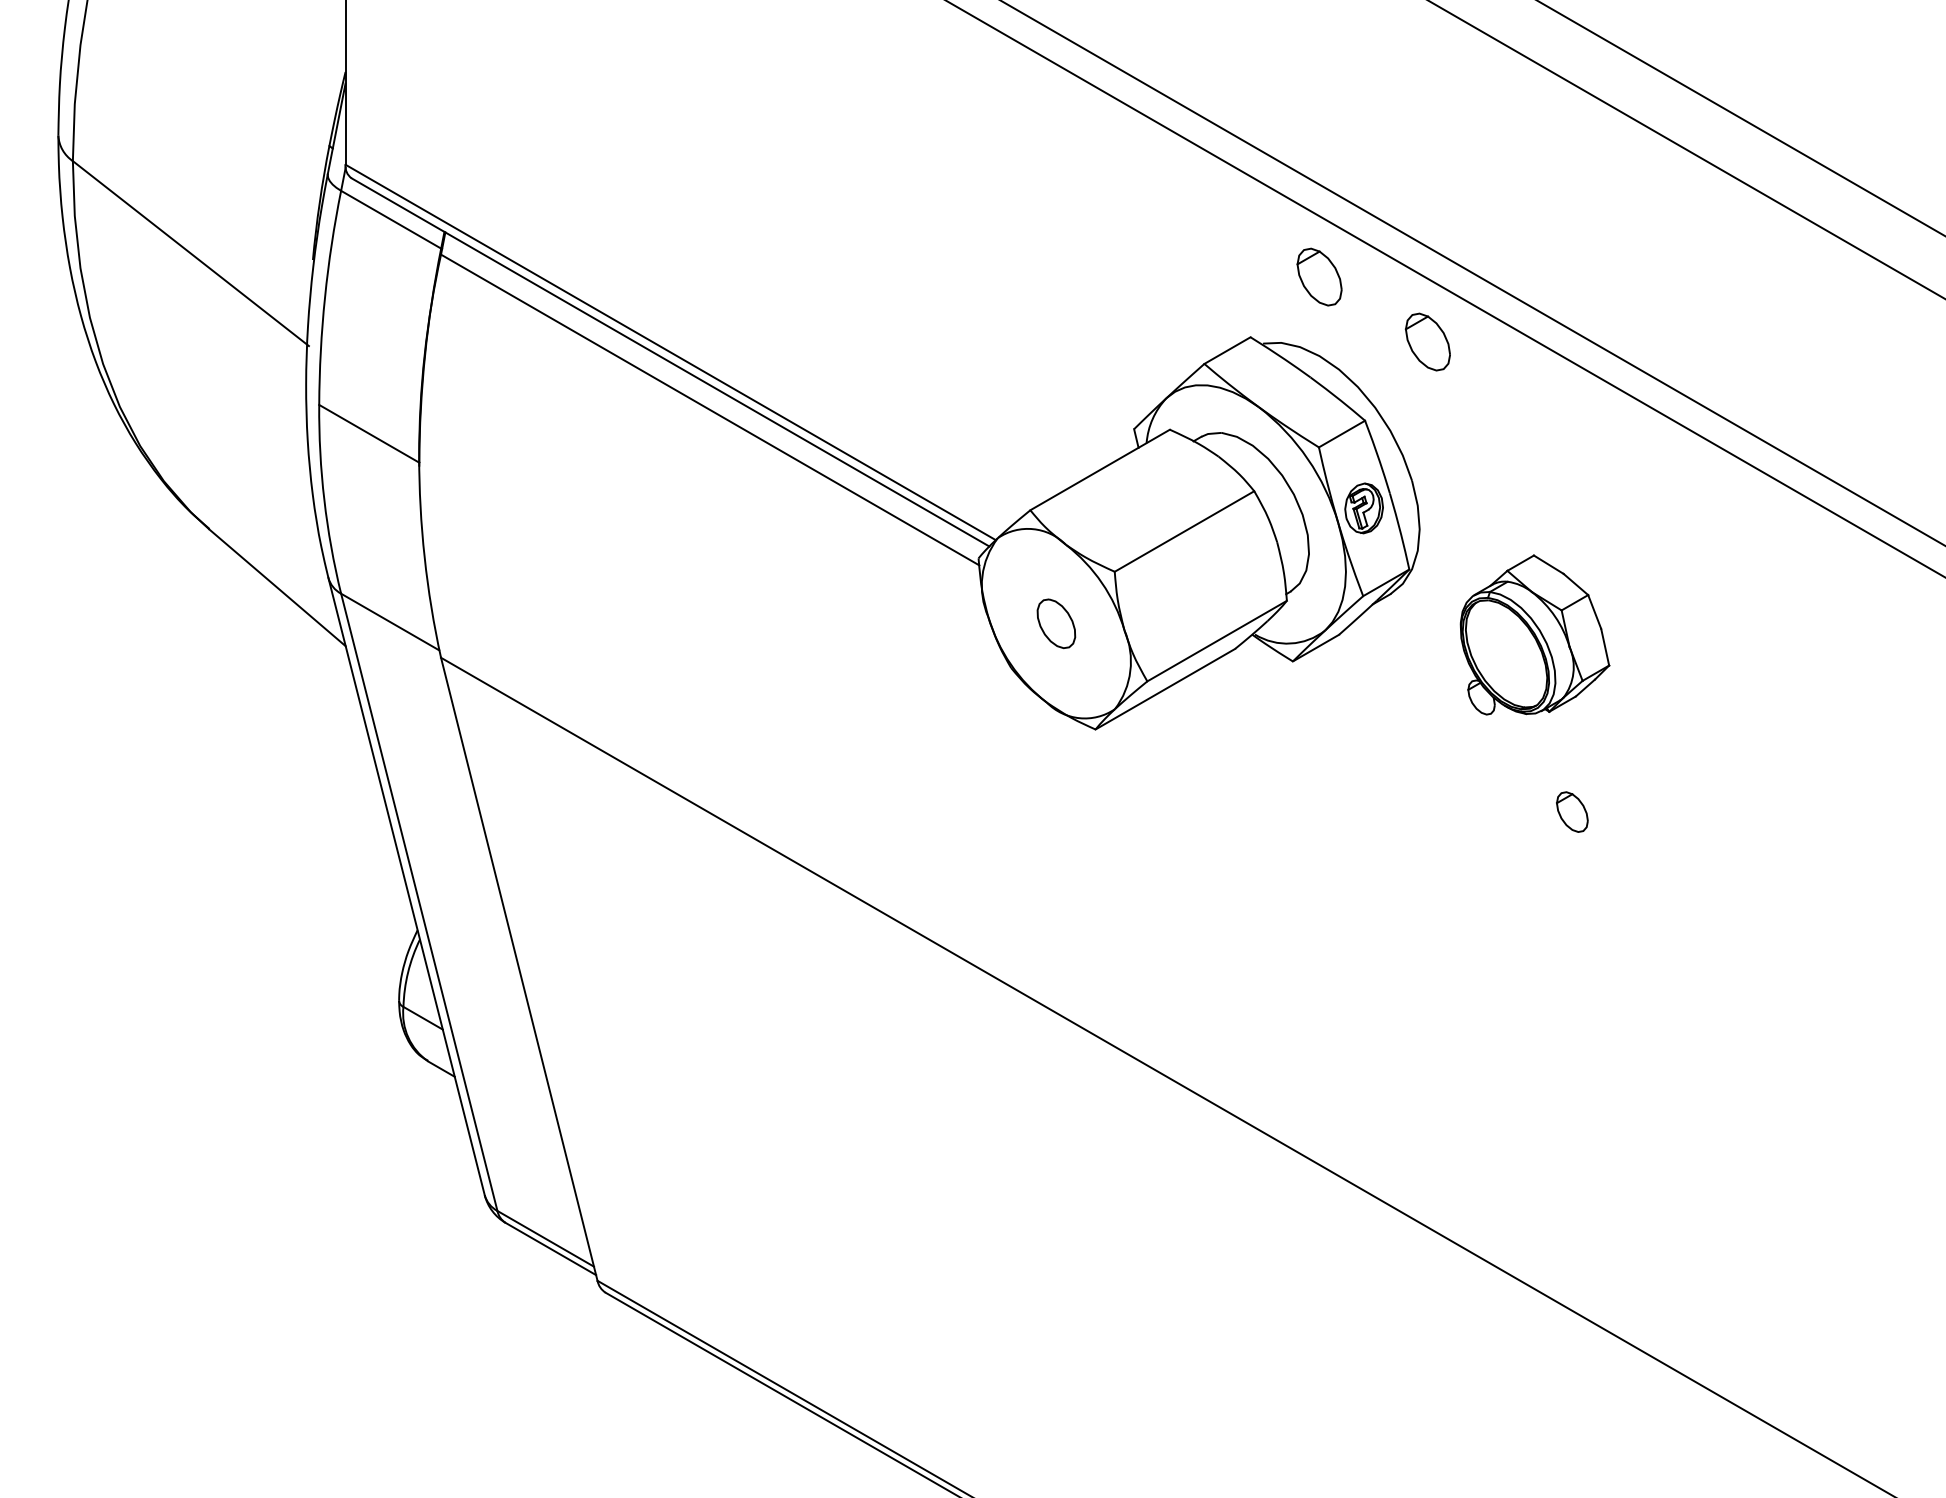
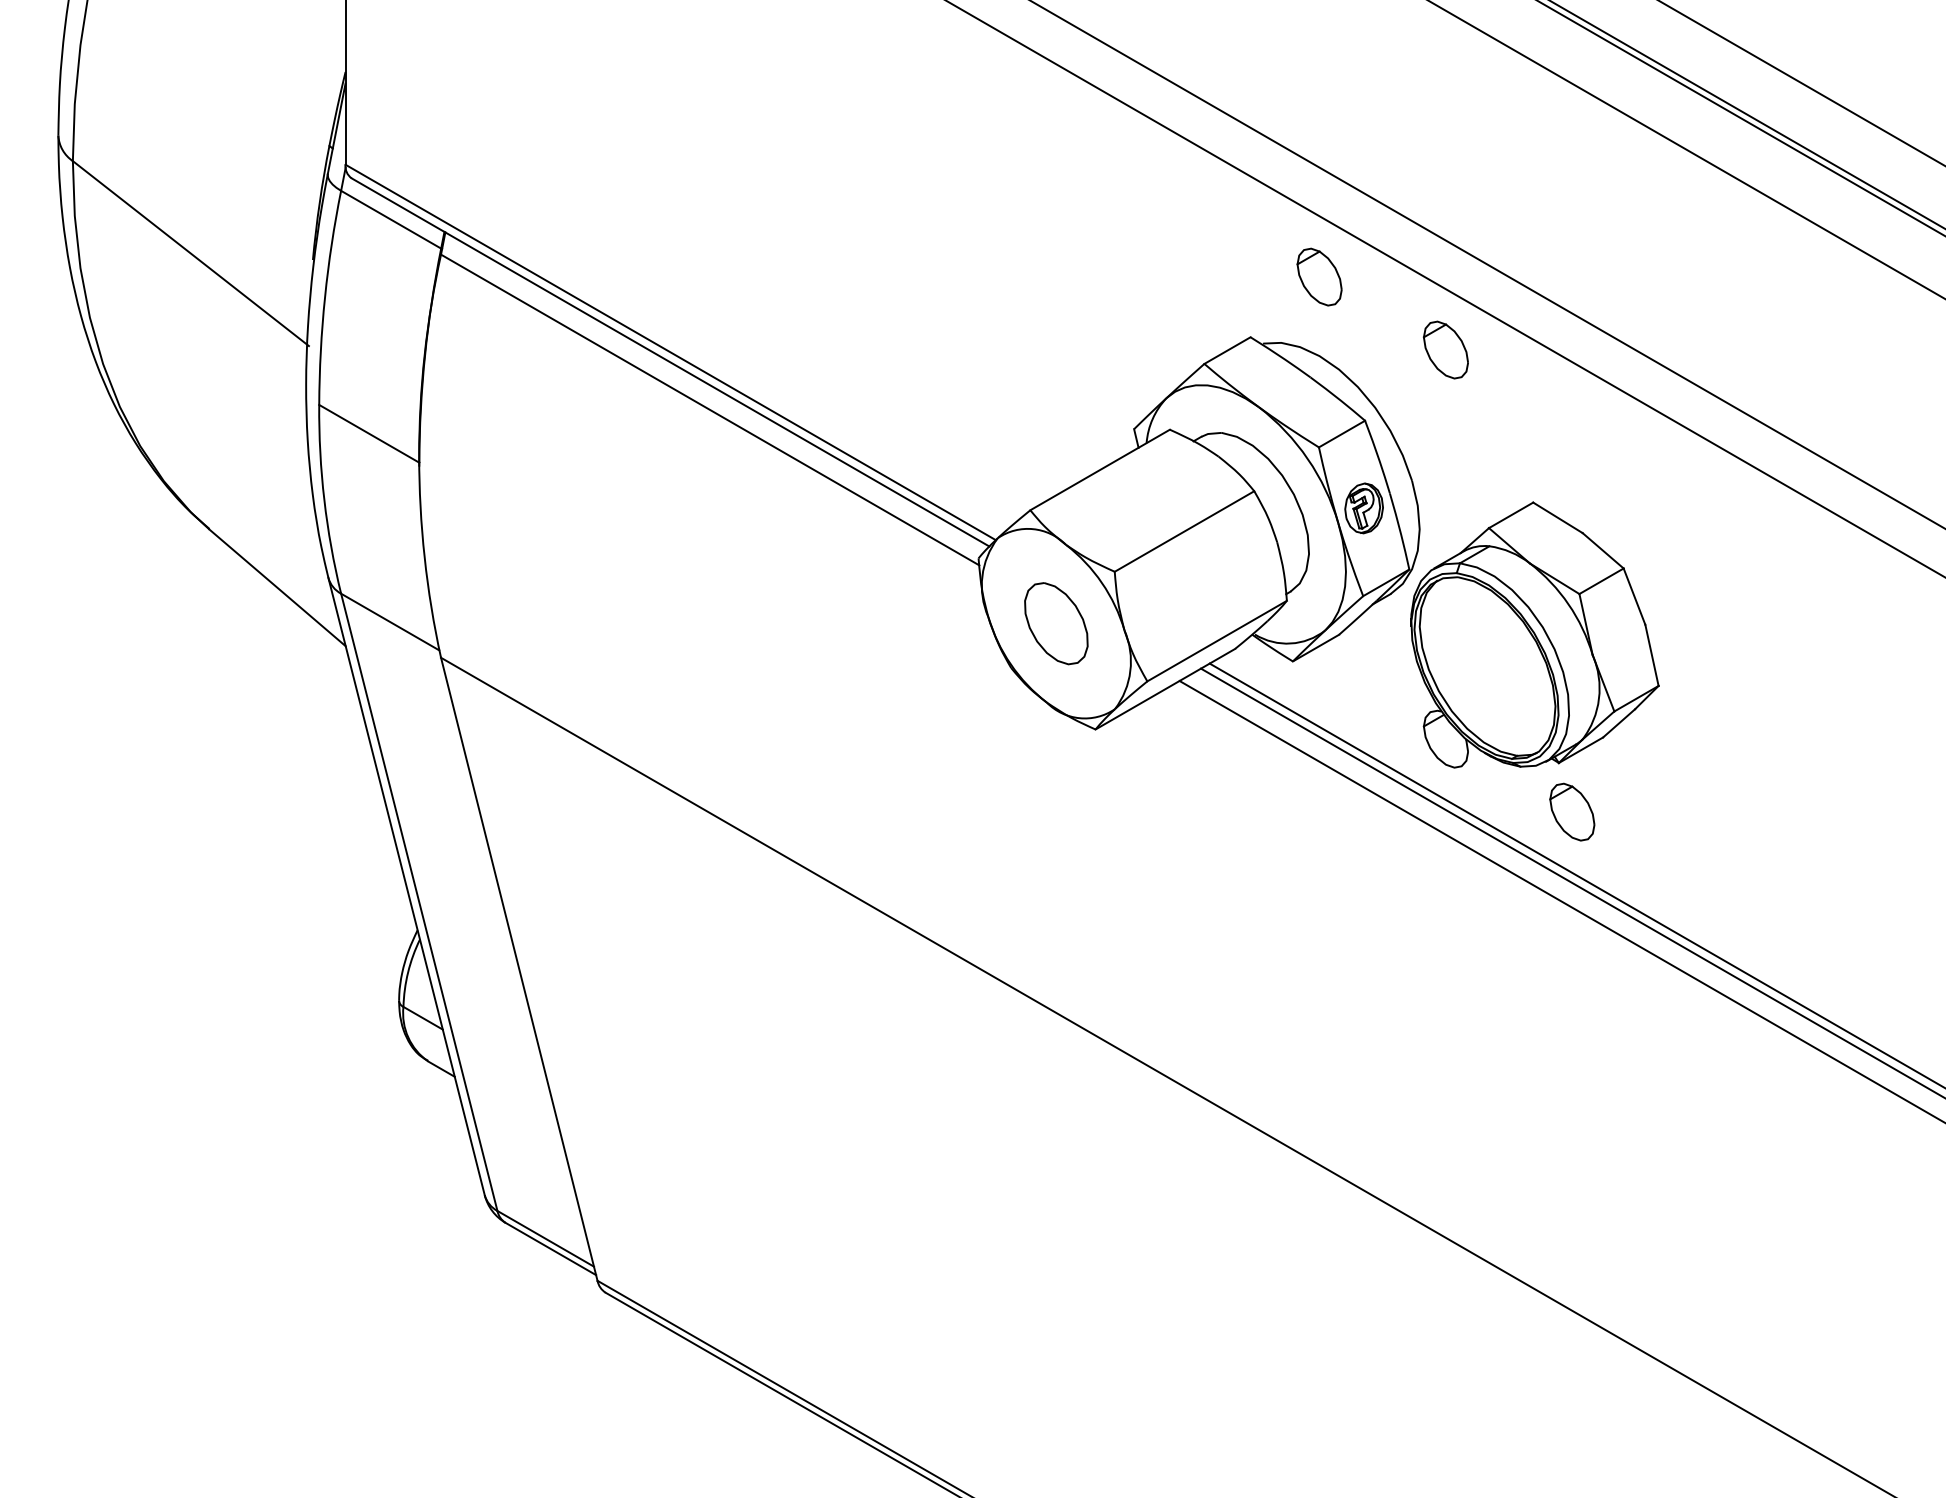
line at (1801, 83): none -> present
line at (1747, 114): none -> present
line at (1472, 273) position: (1472, 273) -> (1487, 264)
part at (1427, 341) position: (1427, 341) -> (1445, 349)
part at (1056, 623) size: 41x52 px -> 65x84 px
part at (1534, 634) size: 152x162 px -> 250x268 px
part at (1572, 811) size: 33x42 px -> 47x60 px
line at (1575, 874): none -> present
line at (1571, 882): none -> present
line at (1560, 900): none -> present
